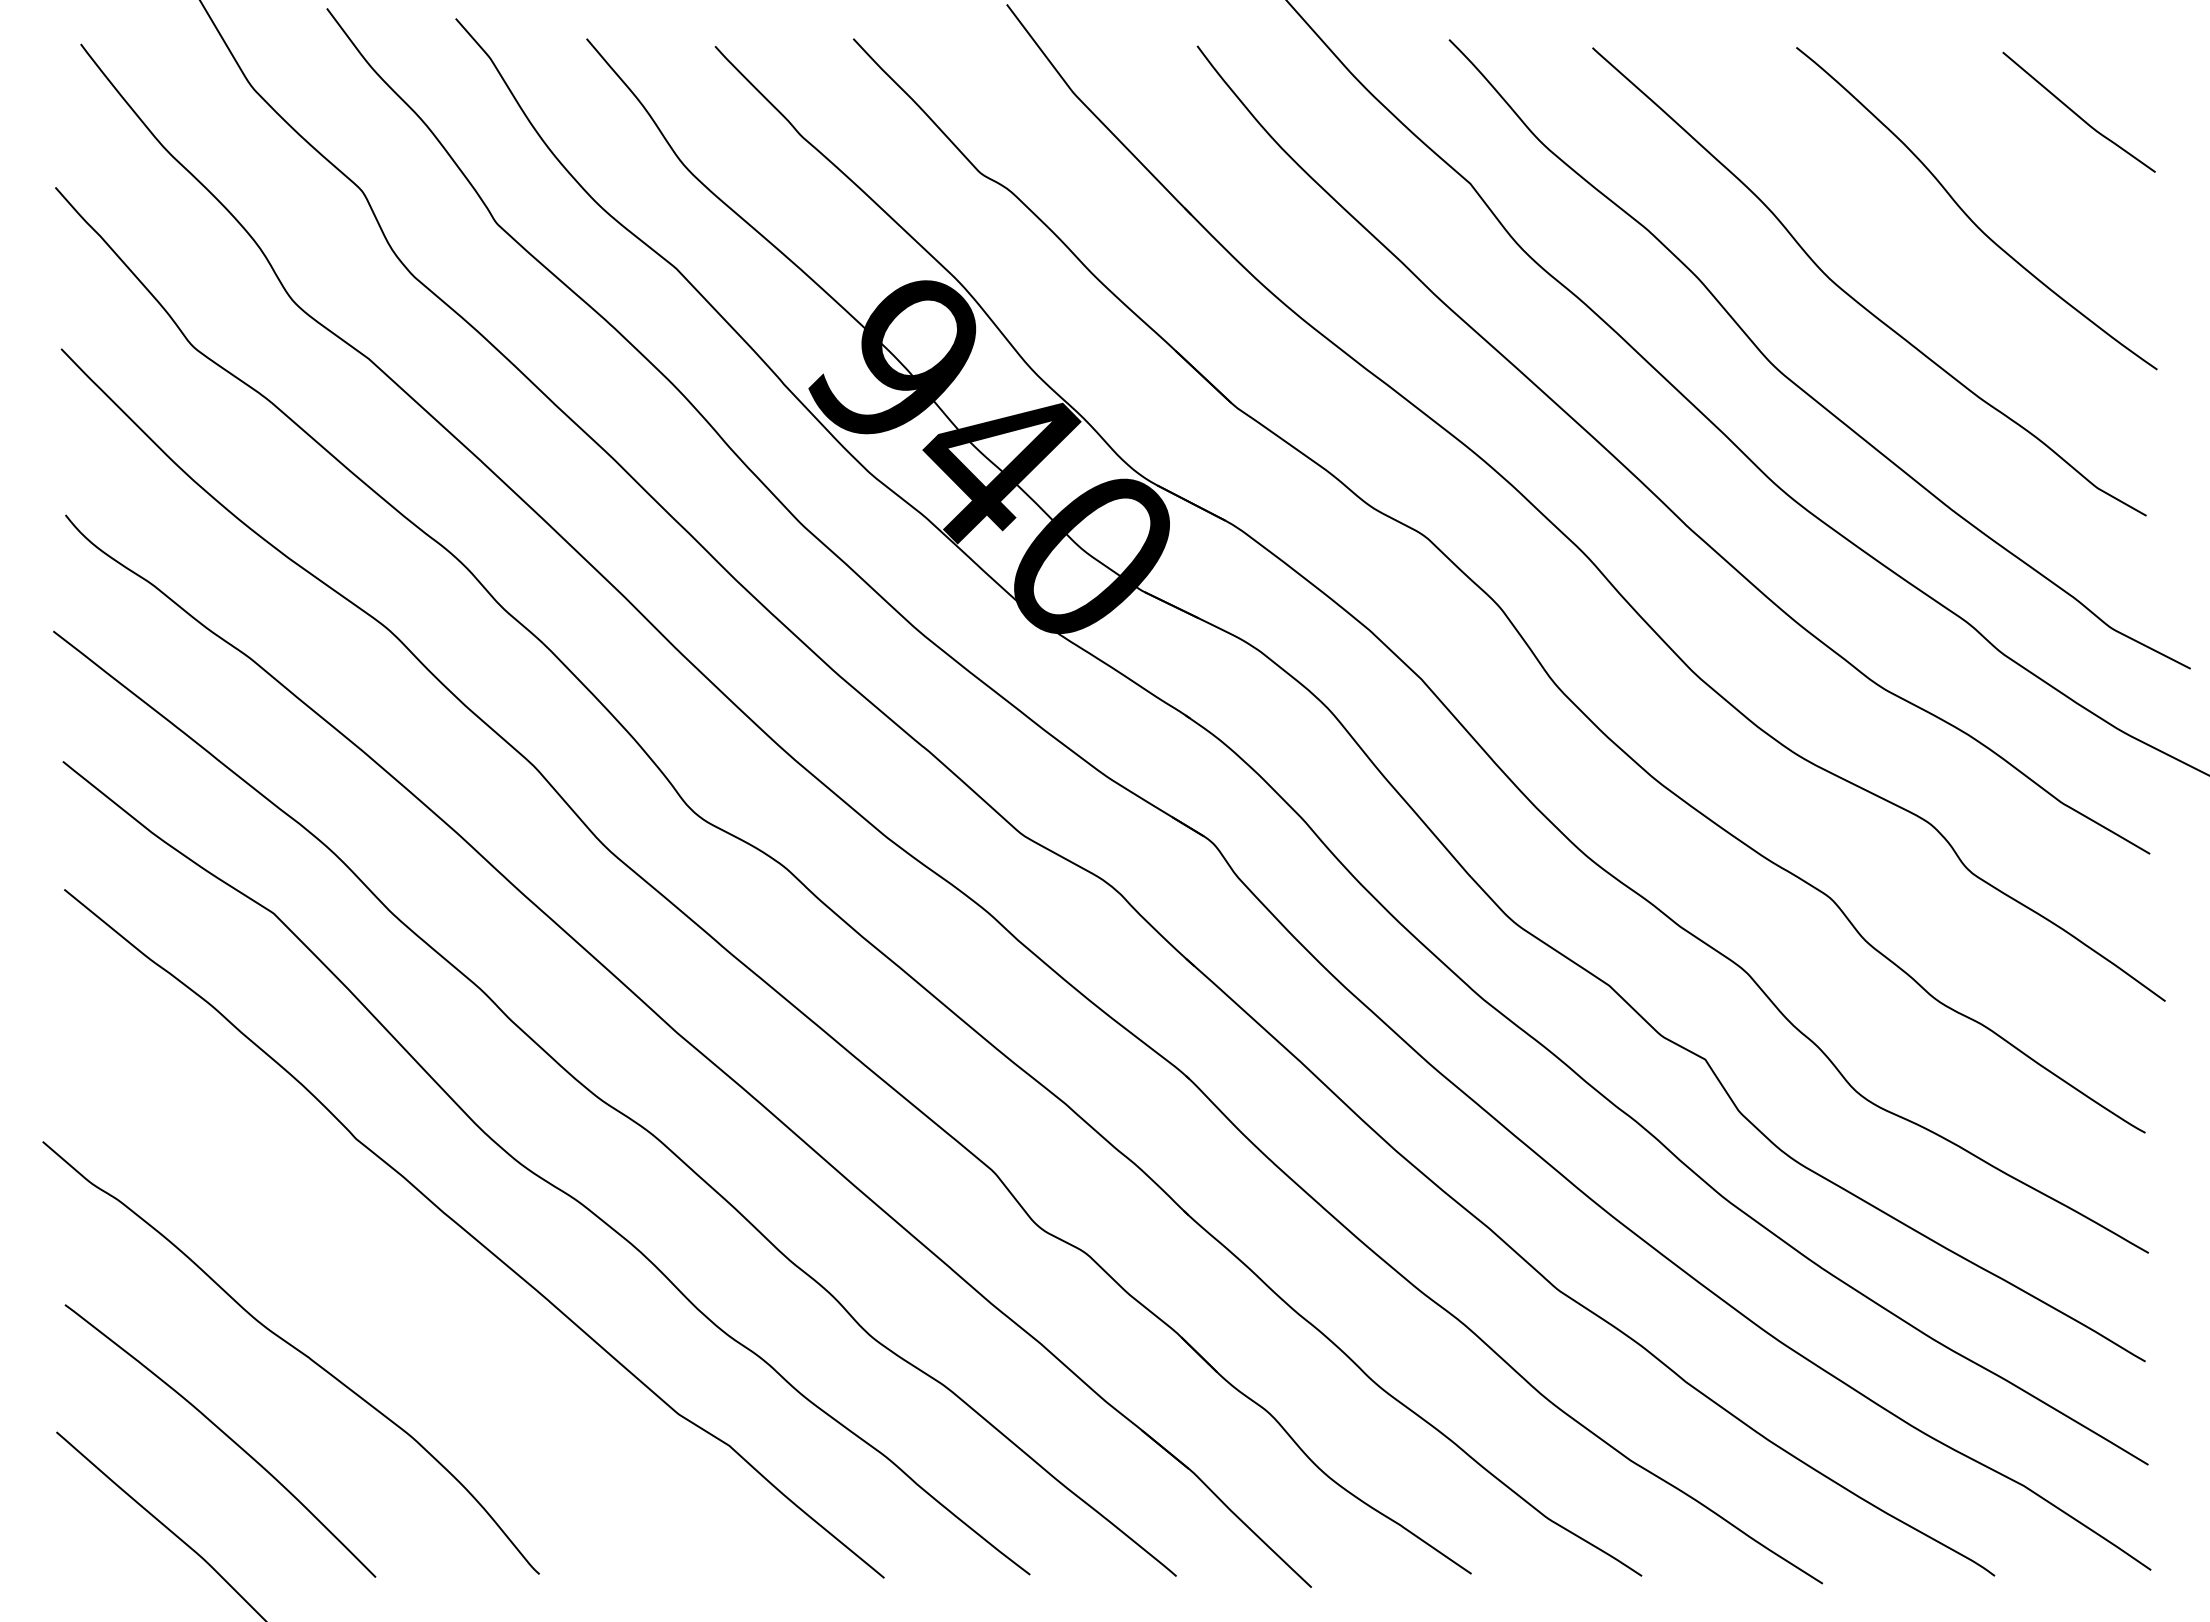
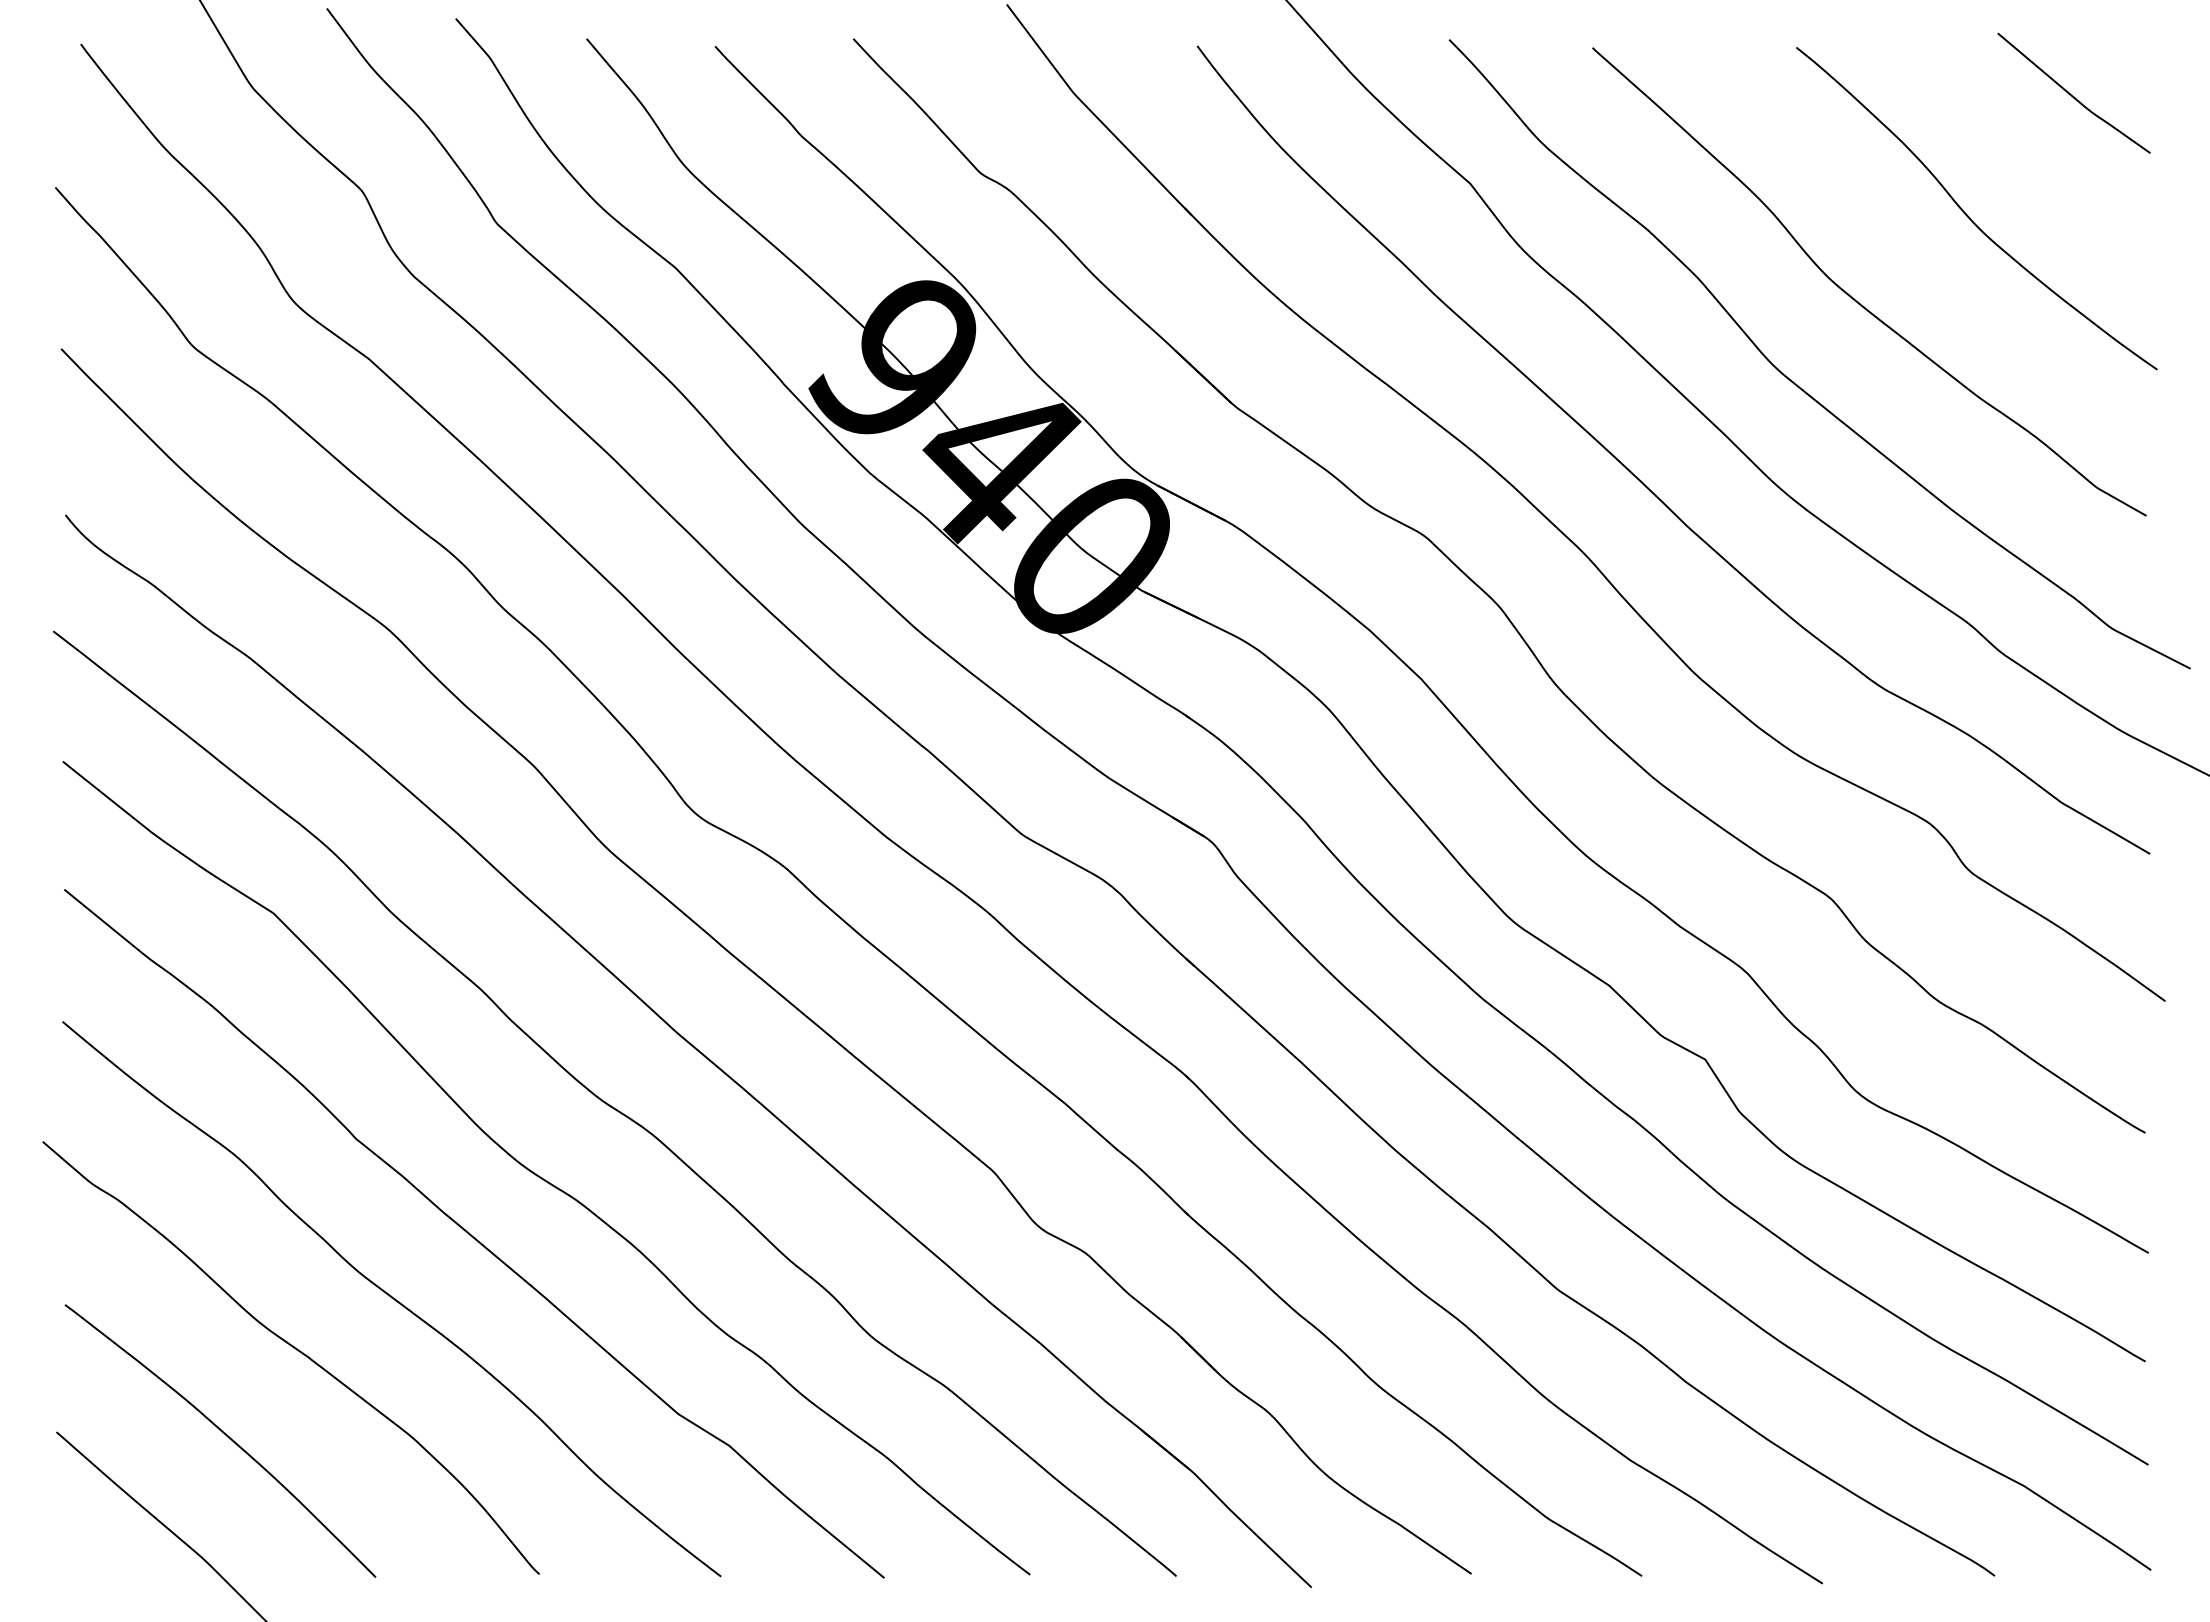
curve at (2076, 113) position: (2076, 113) -> (2071, 94)
curve at (391, 1298): none -> present
